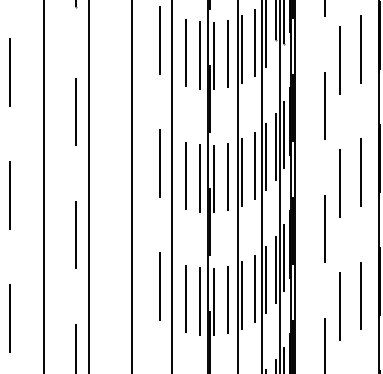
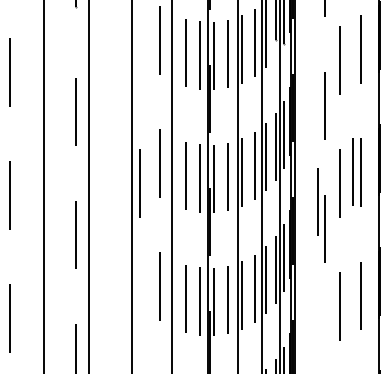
line at (352, 171): none -> present
line at (139, 183): none -> present
line at (317, 201): none -> present
line at (324, 344): present -> none
